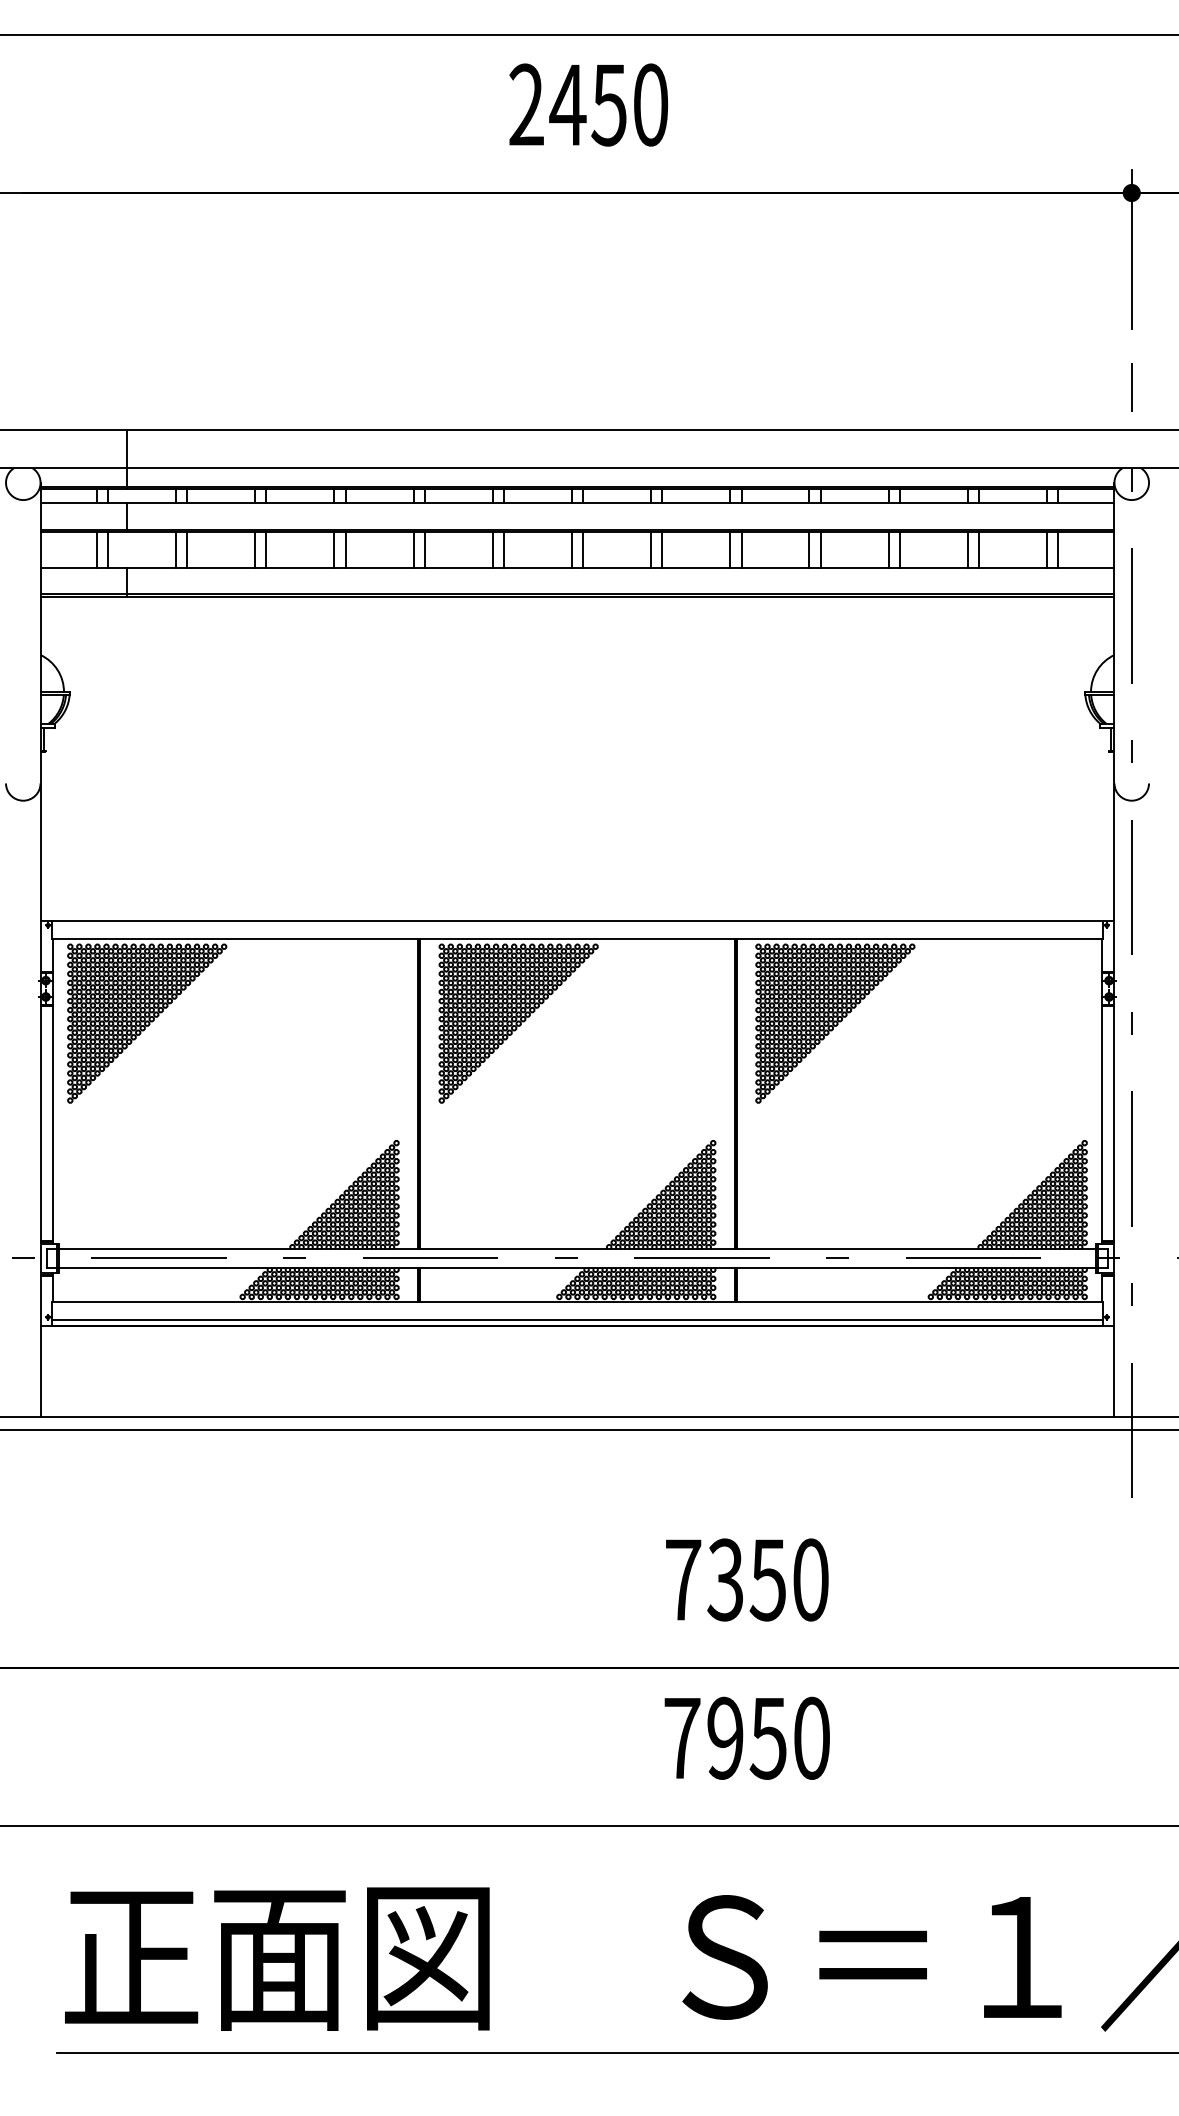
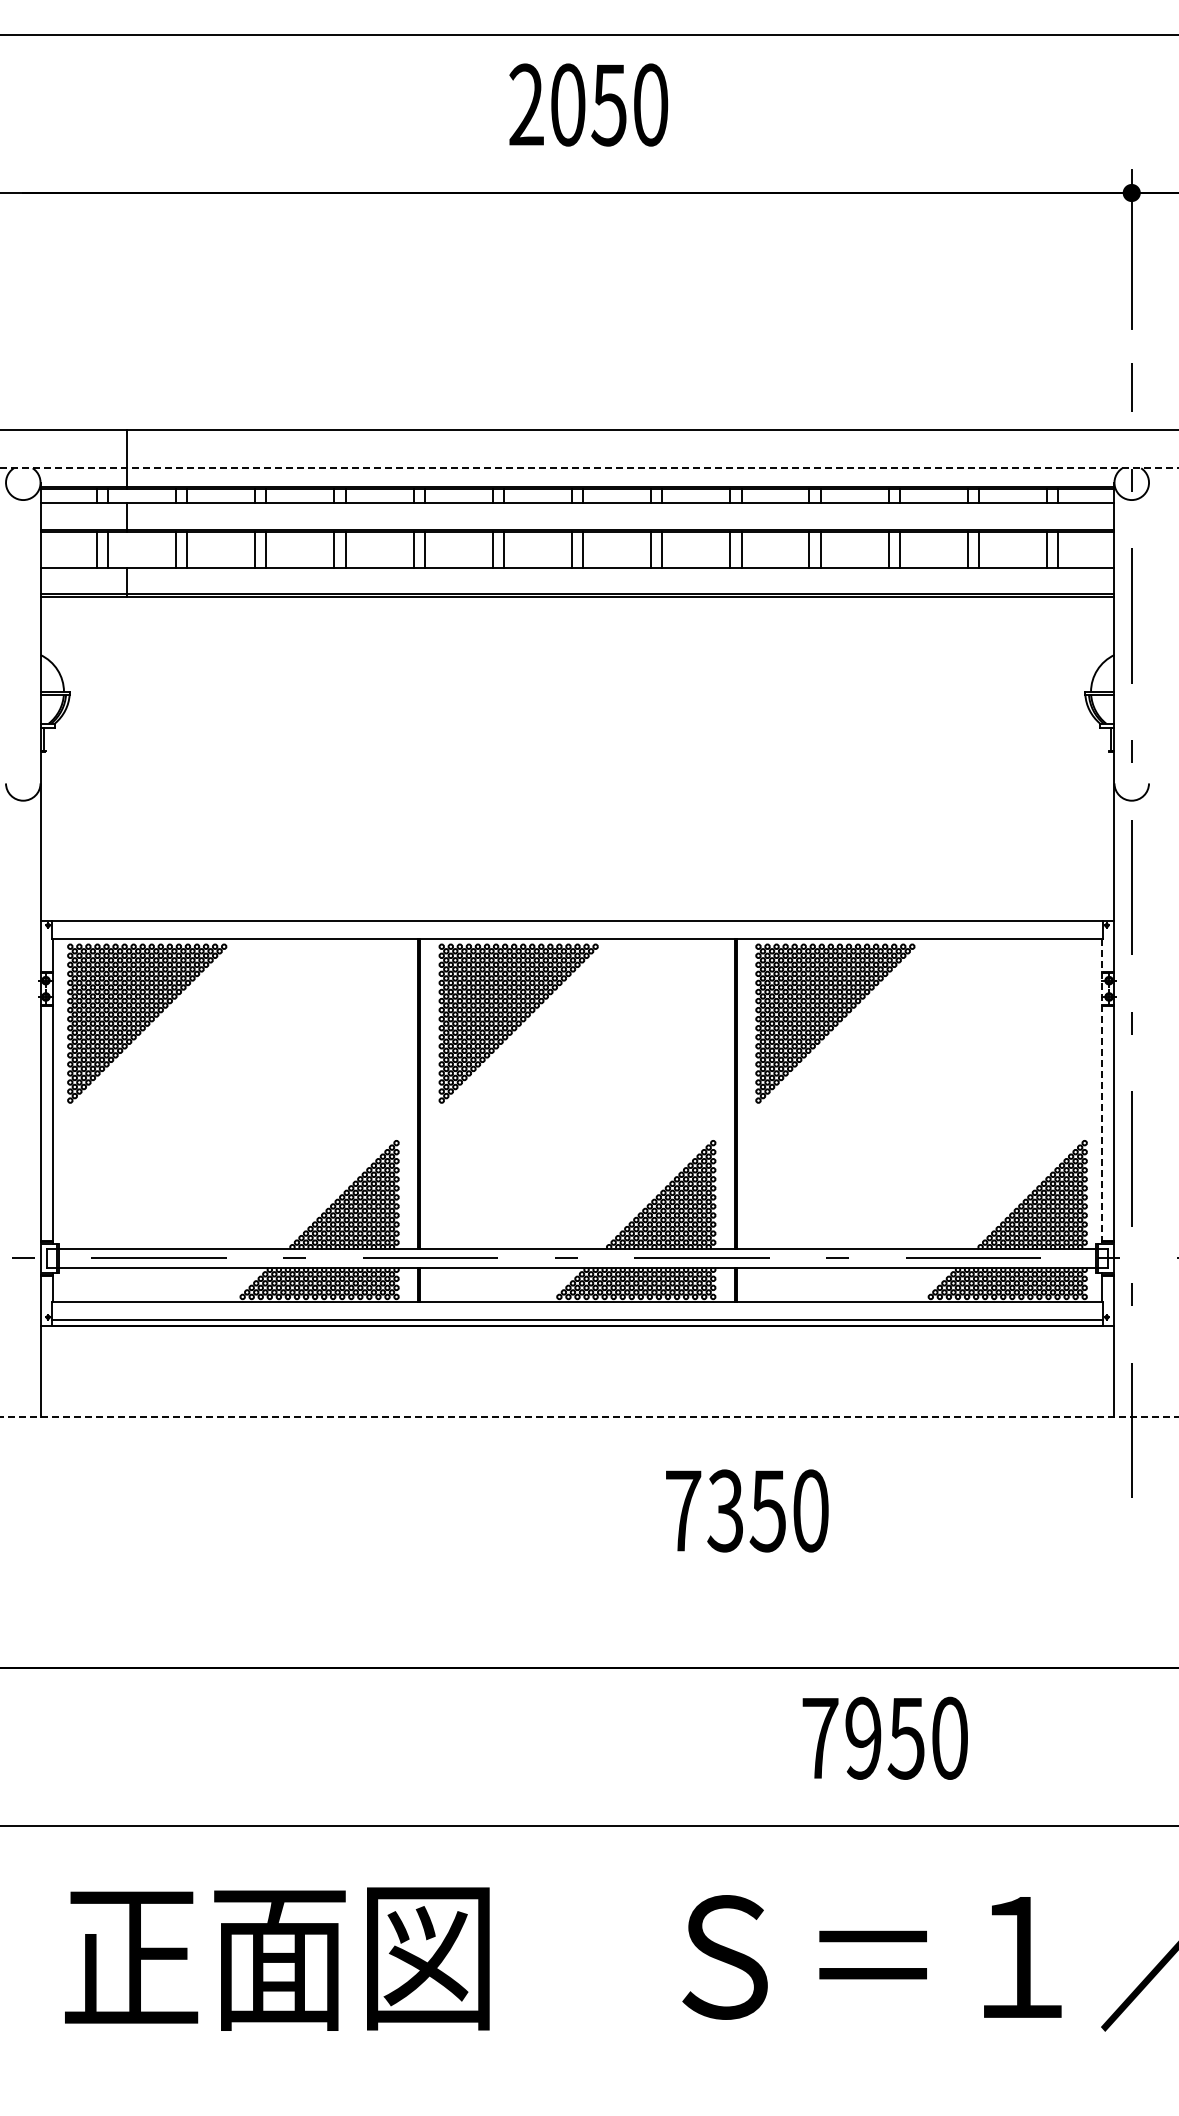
text at (567, 104): 2450 -> 2050
line at (589, 468): solid -> dashed
line at (1102, 1091): solid -> dashed
line at (589, 1416): solid -> dashed
line at (588, 1430): present -> none
text at (747, 1579) position: (747, 1579) -> (747, 1510)
text at (746, 1737) position: (746, 1737) -> (884, 1737)
line at (616, 2052): present -> none
